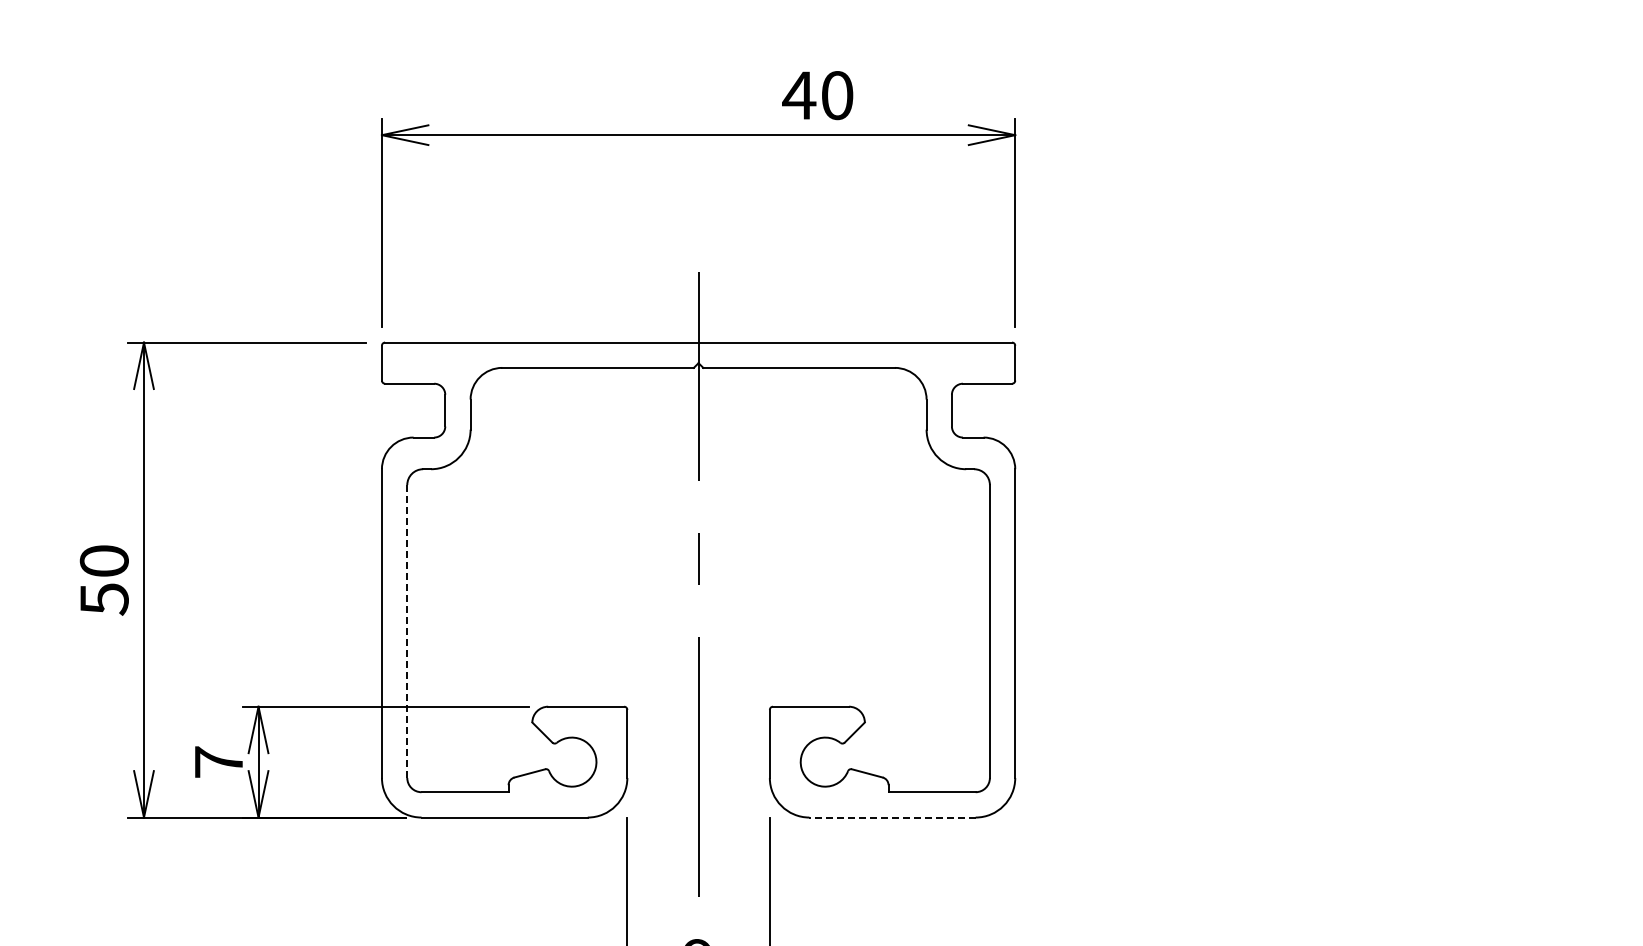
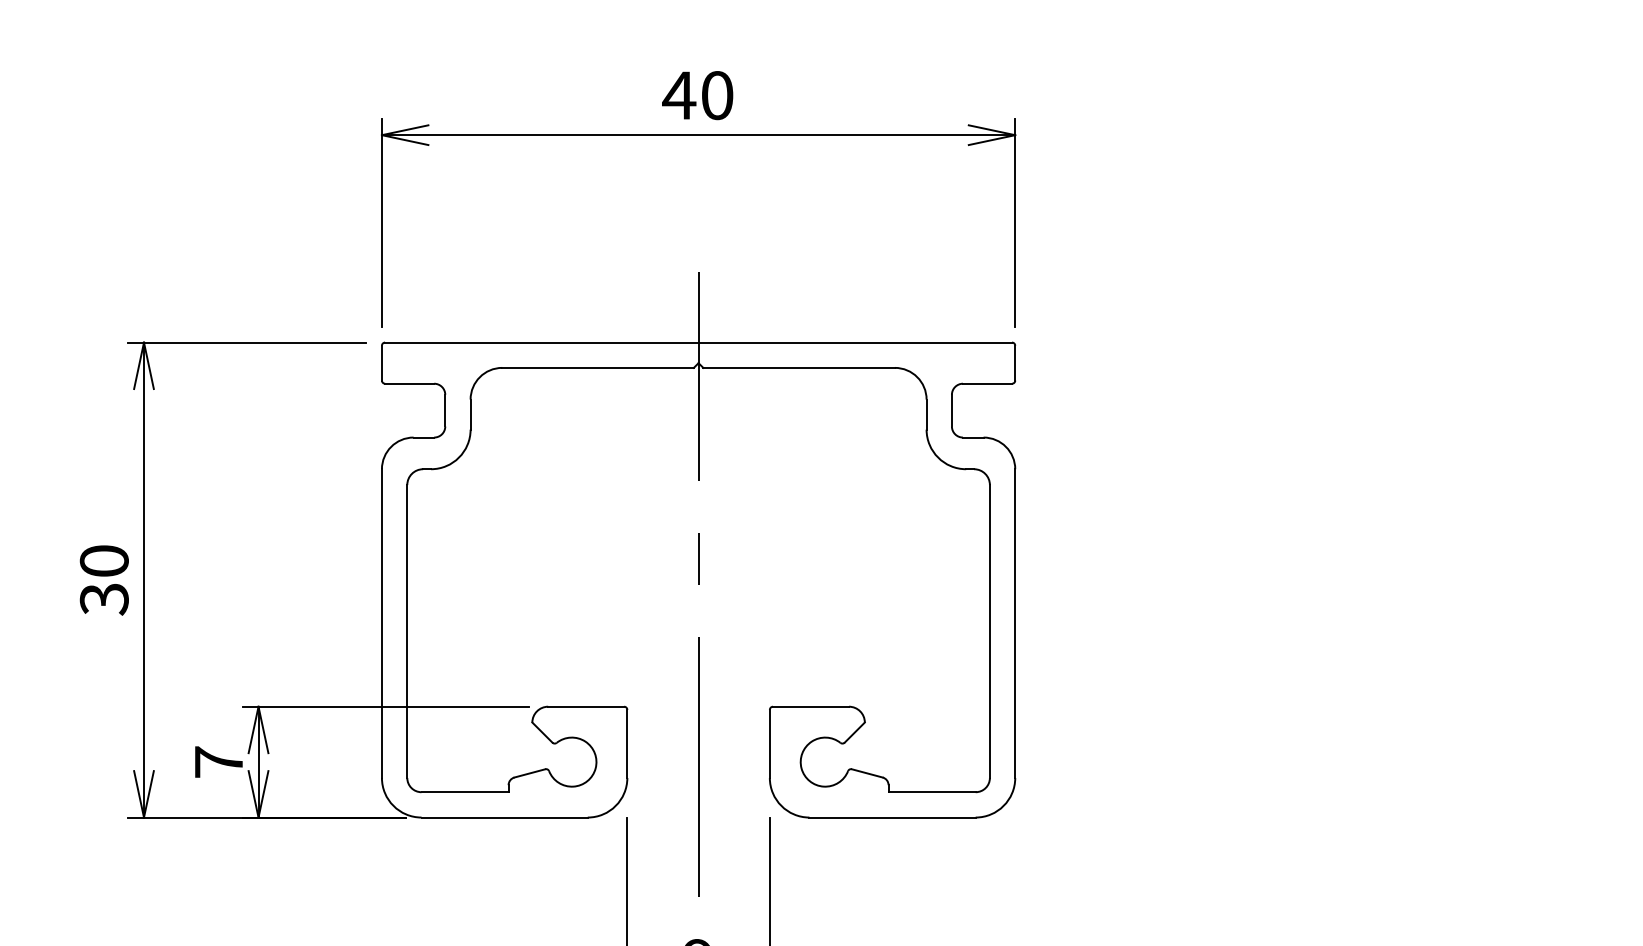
text at (817, 95) position: (817, 95) -> (697, 95)
text at (103, 599): 50 -> 30
line at (407, 632): dashed -> solid
line at (892, 817): dashed -> solid
